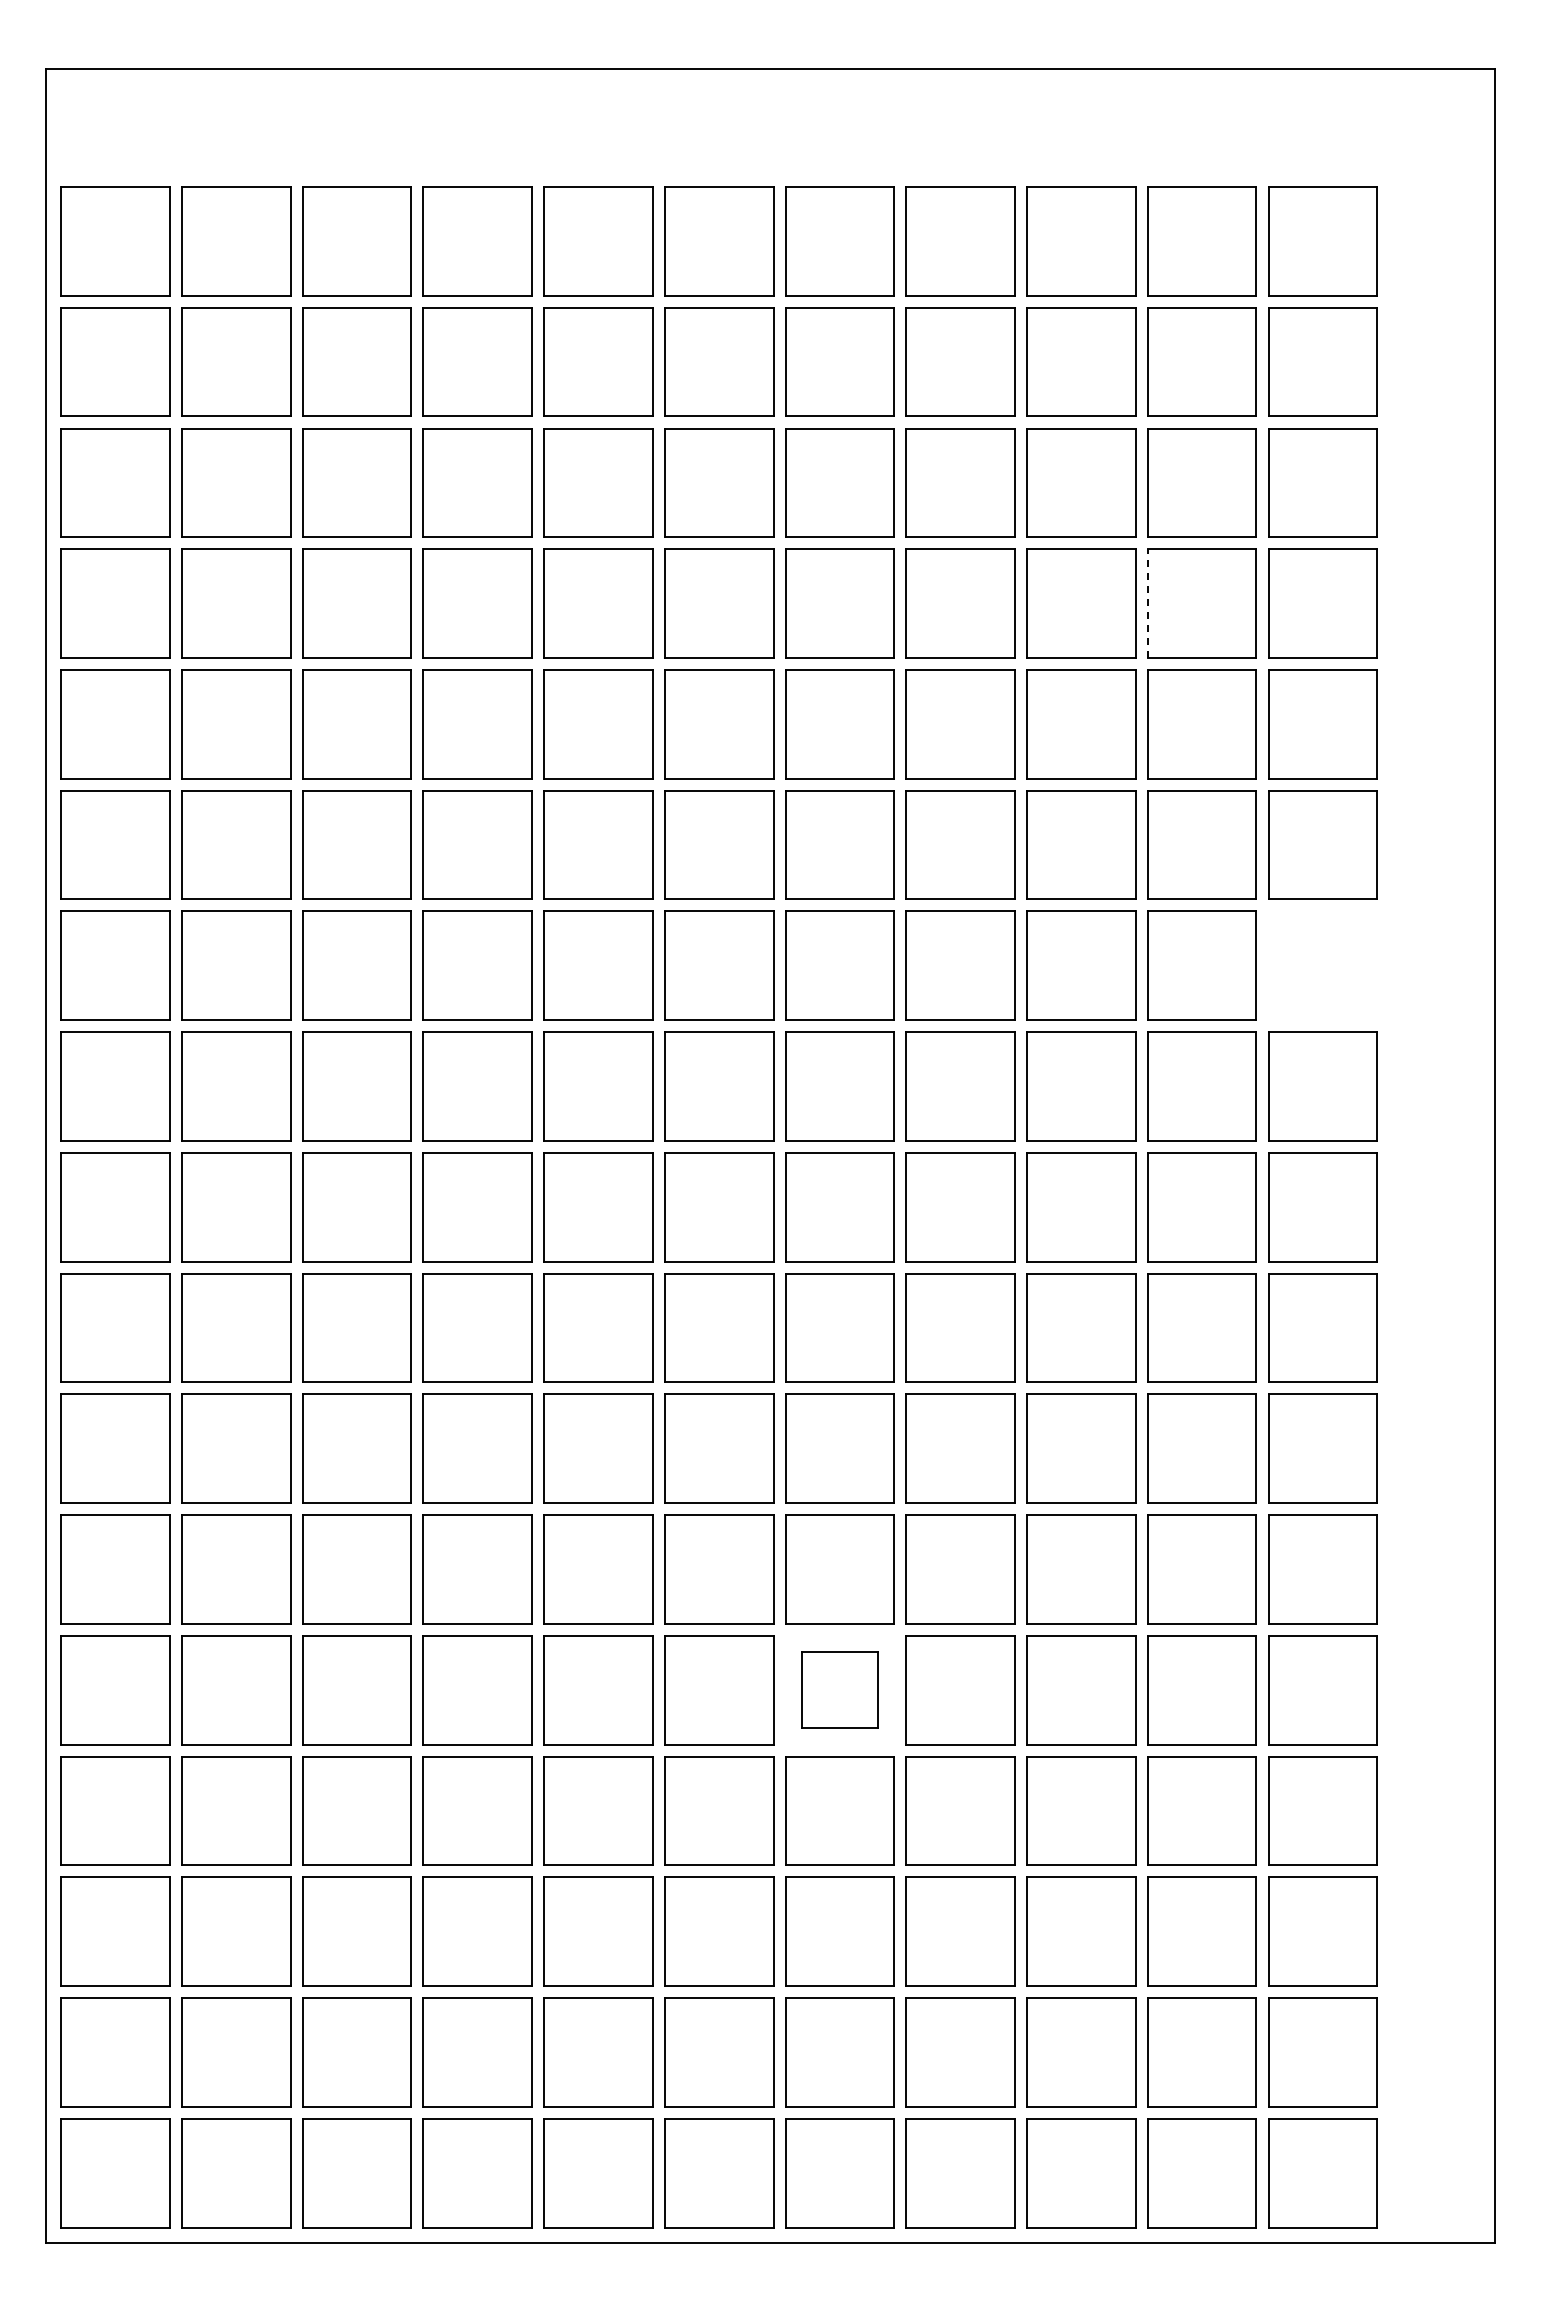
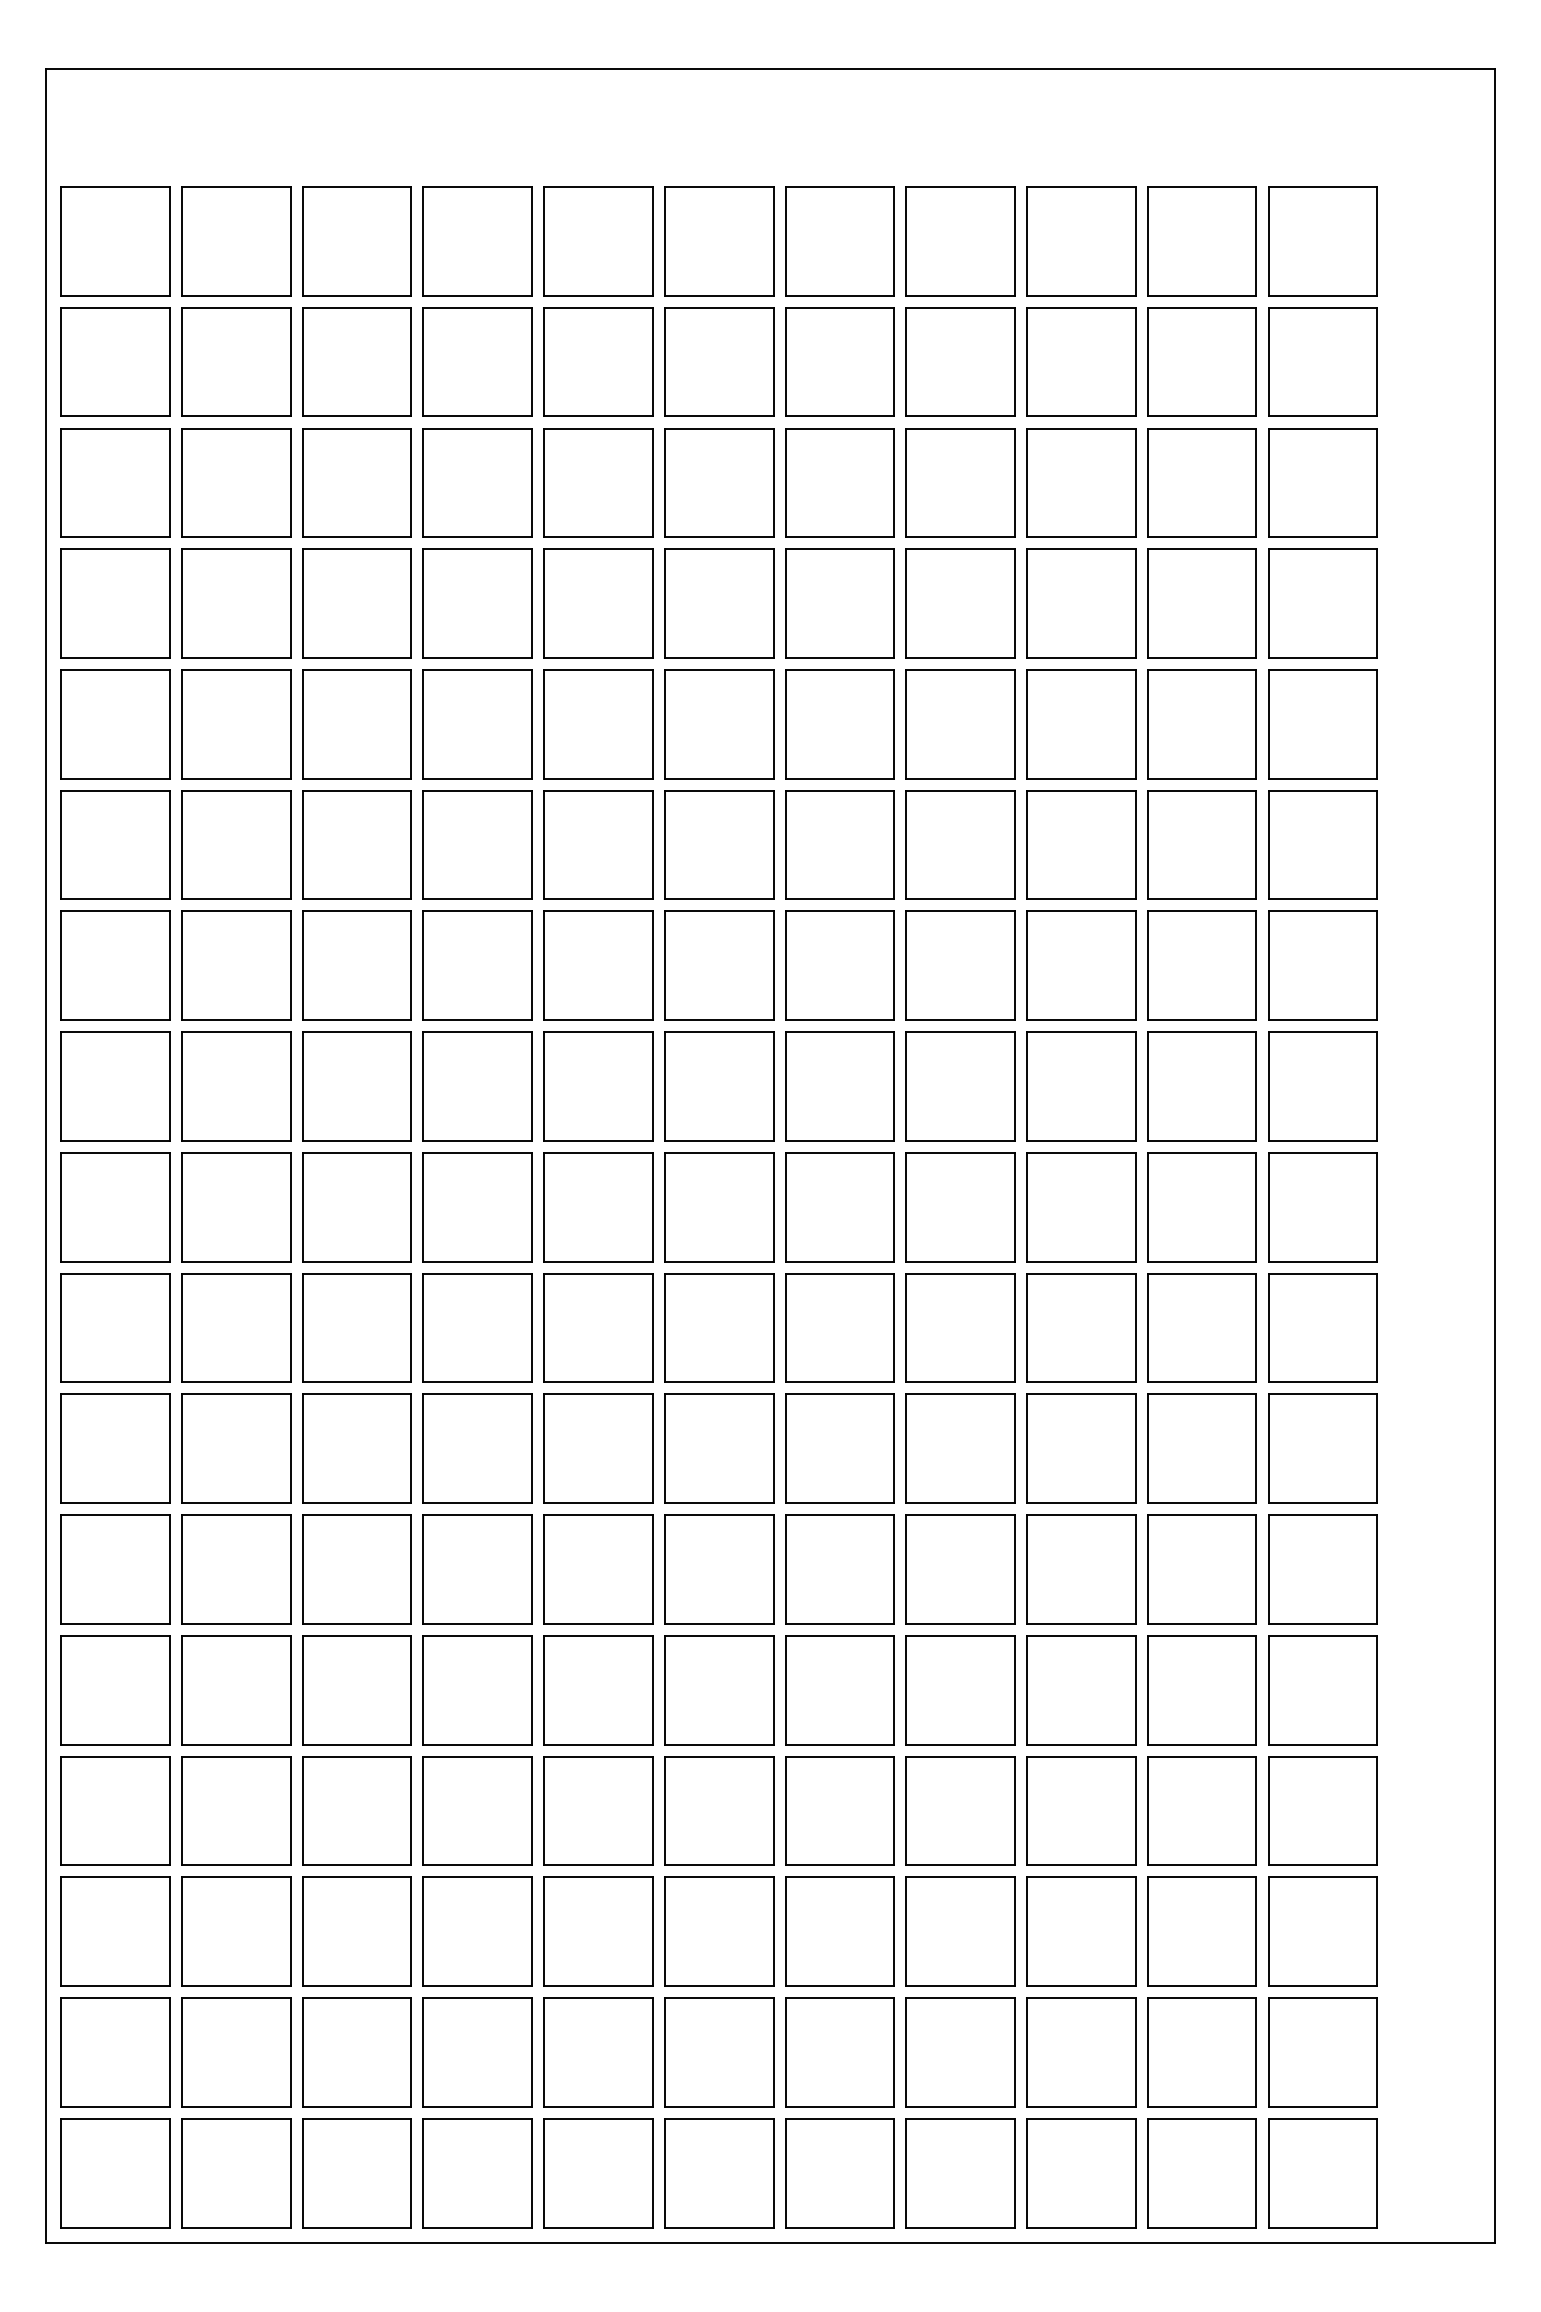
line at (1147, 603): dashed -> solid
part at (1322, 965): none -> present
part at (839, 1689) size: 78x78 px -> 110x111 px
